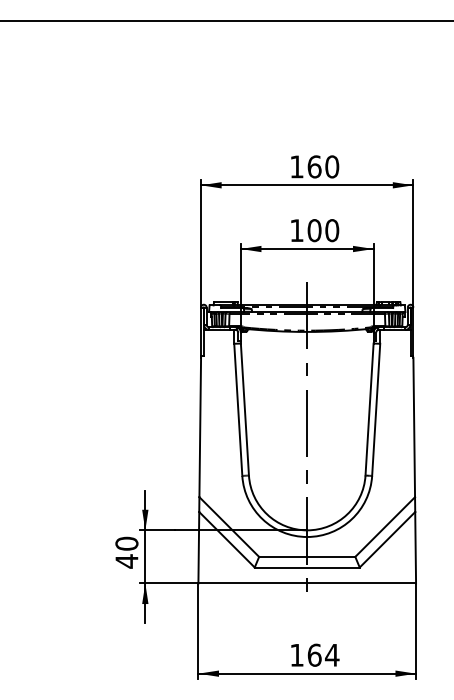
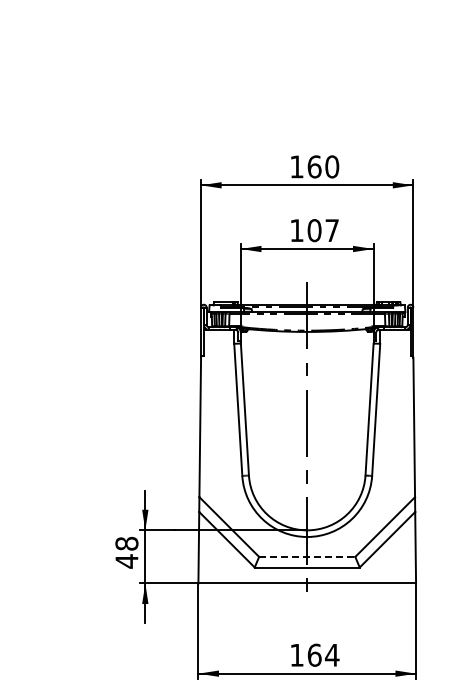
line at (226, 21): present -> none
text at (332, 230): 100 -> 107
text at (126, 543): 40 -> 48
line at (307, 556): solid -> dashed
